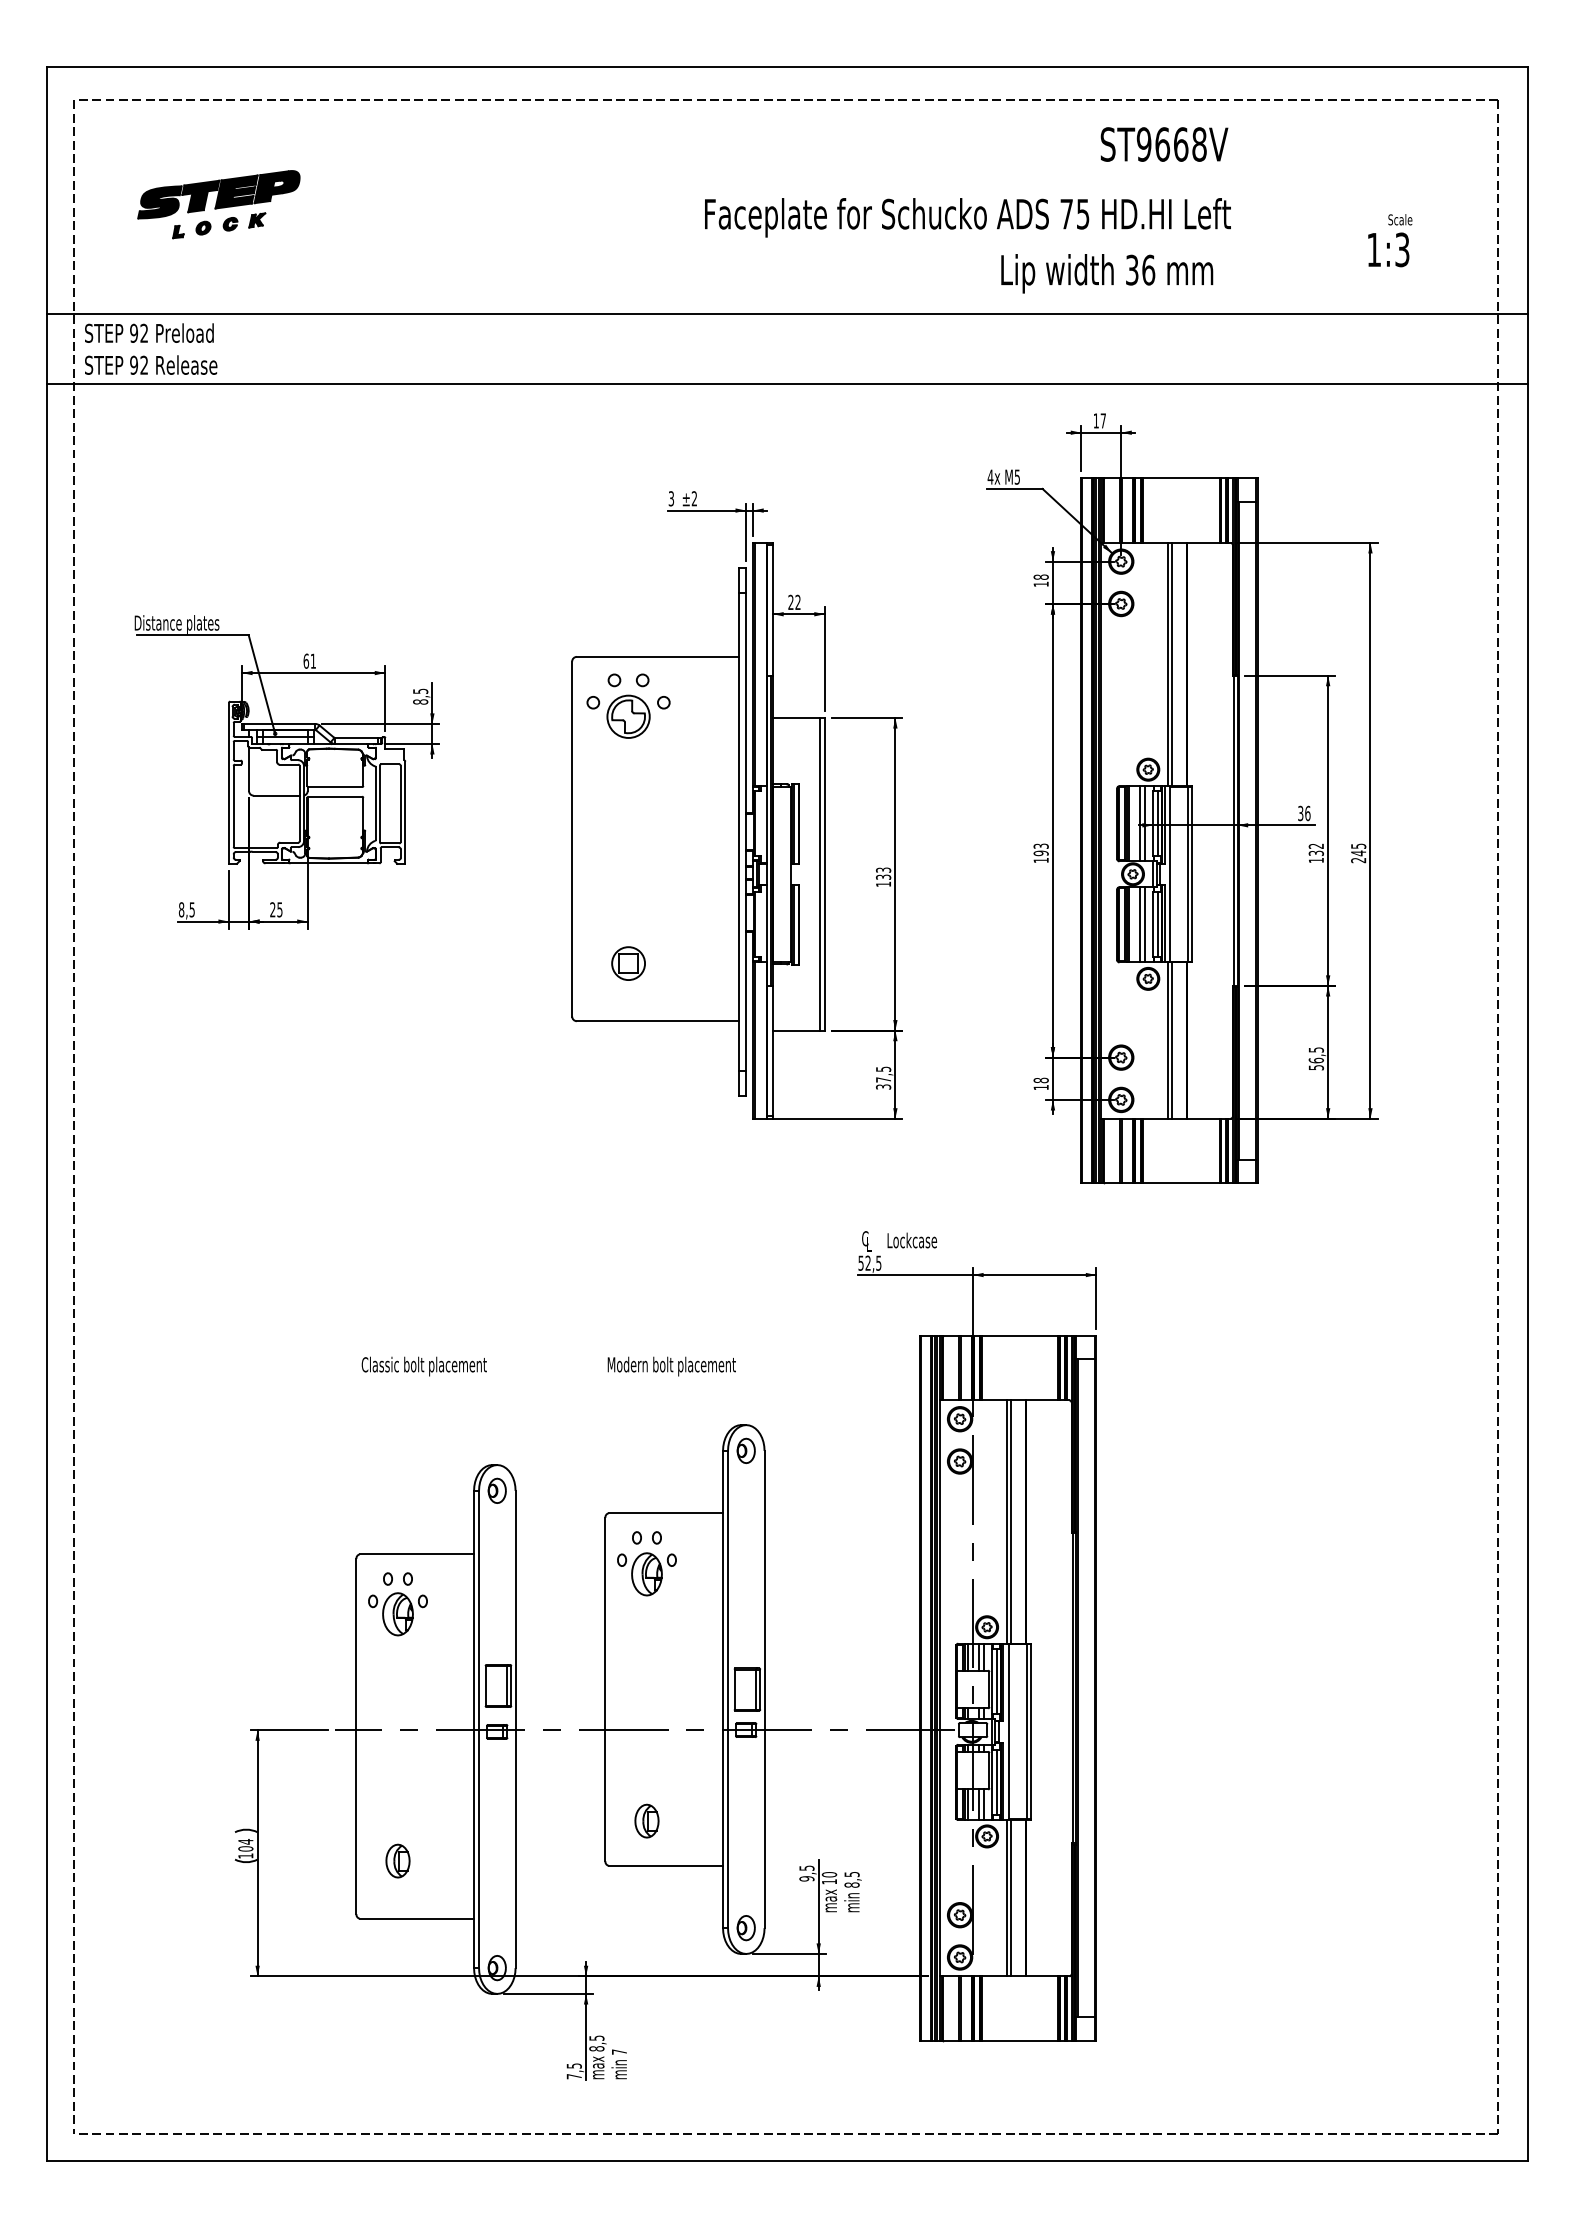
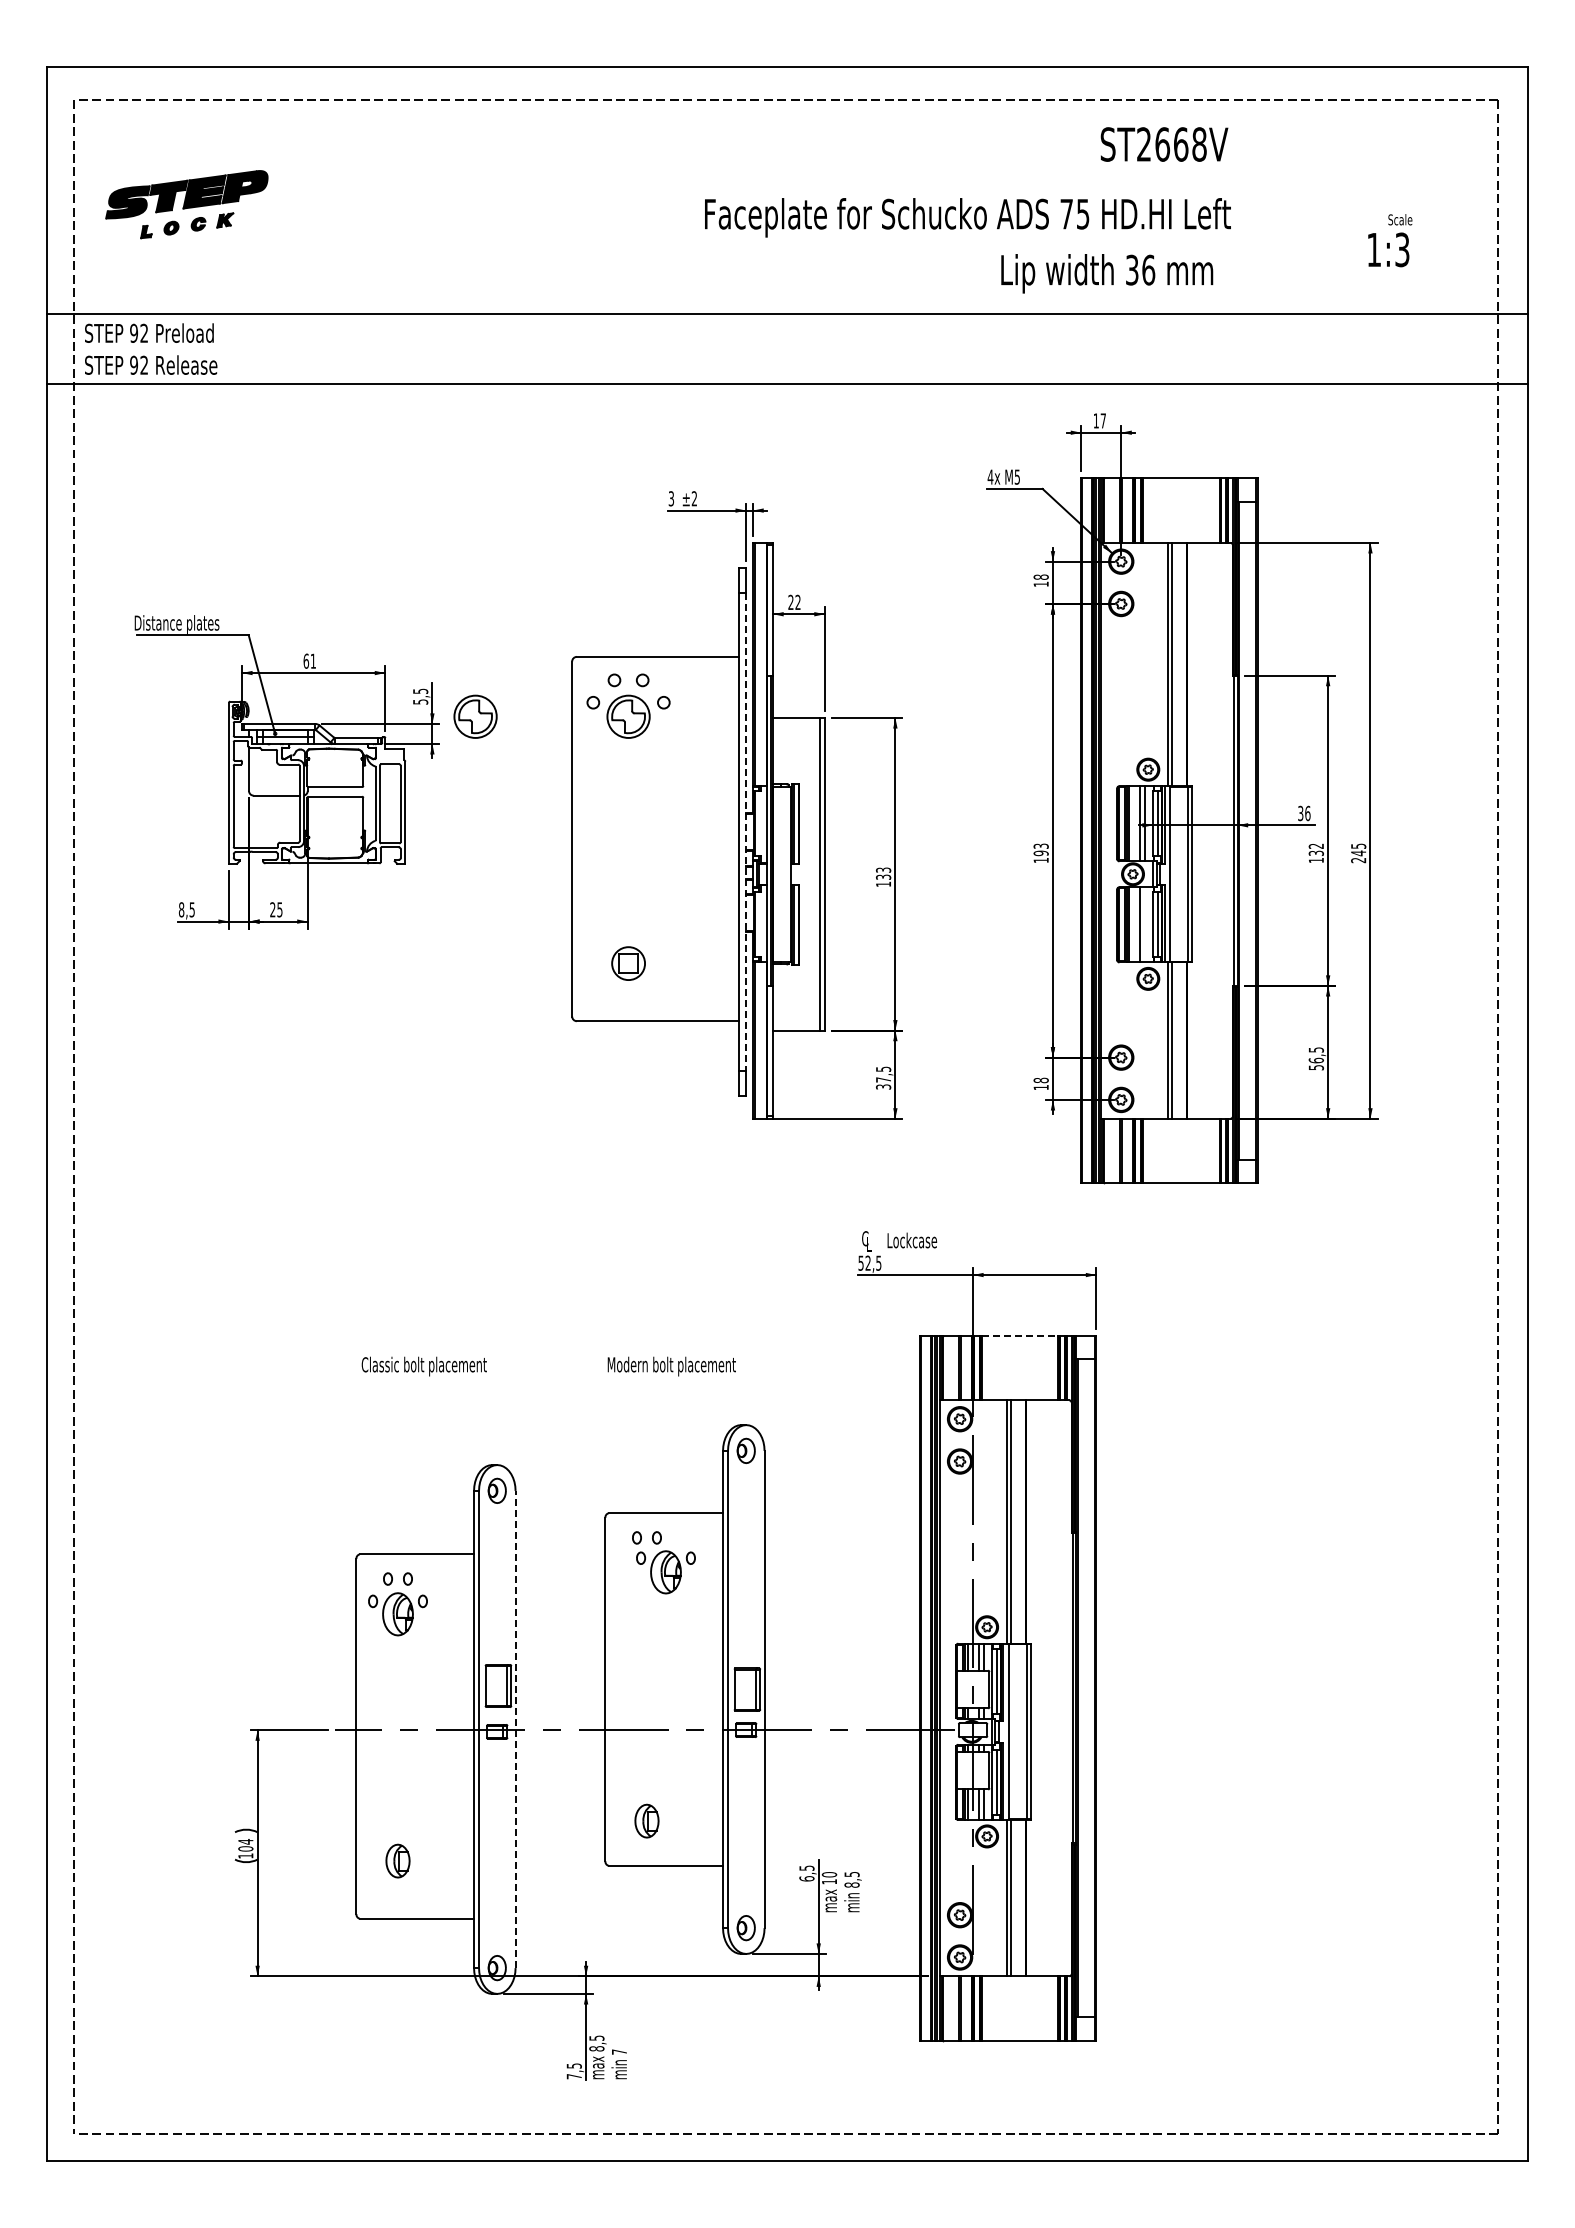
text at (1143, 144): ST9668V -> ST2668V
part at (218, 204) position: (218, 204) -> (186, 204)
text at (420, 701): 8,5 -> 5,5
part at (475, 716): none -> present
line at (746, 832): solid -> dashed
line at (1145, 924): present -> none
line at (1020, 1335): solid -> dashed
part at (646, 1574) position: (646, 1574) -> (665, 1572)
line at (515, 1729): solid -> dashed
text at (806, 1878): 9,5 -> 6,5
